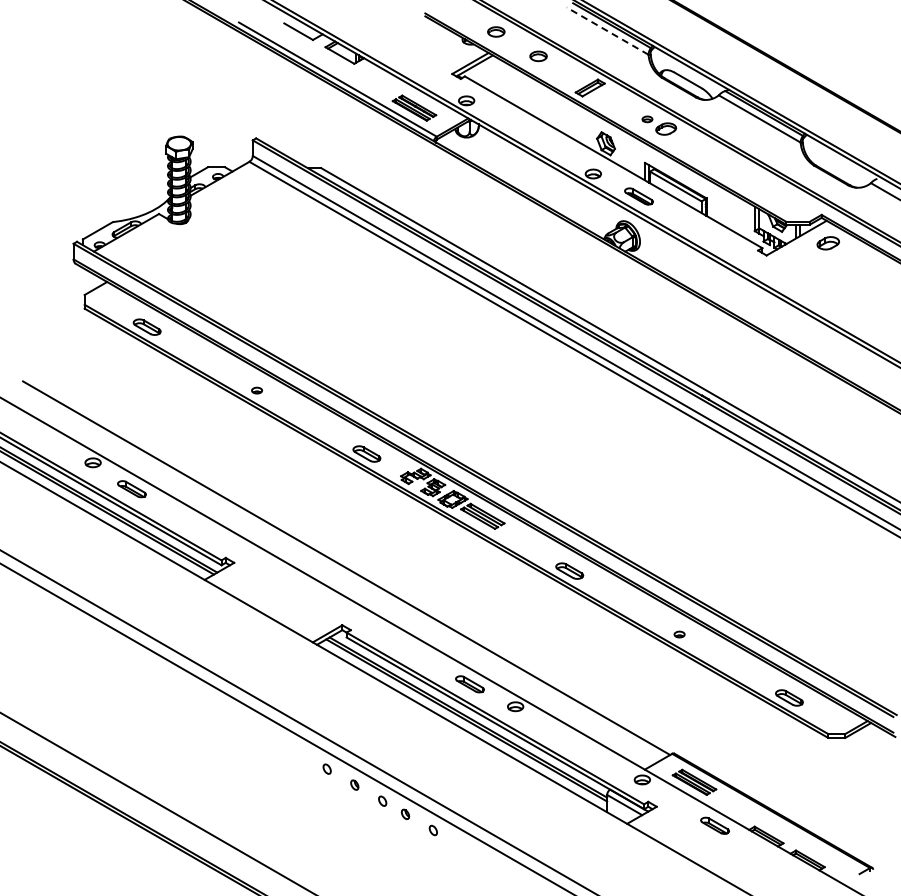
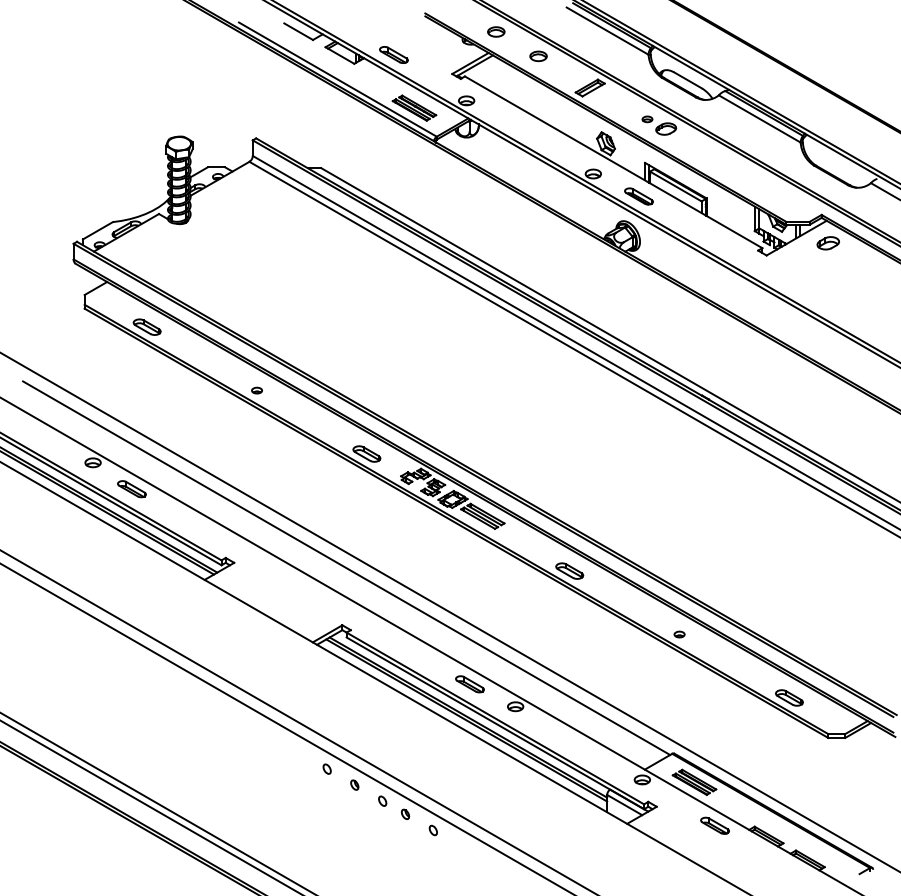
line at (607, 30): dashed -> solid
part at (393, 54): none -> present
line at (449, 611): none -> present
line at (150, 806): none -> present
